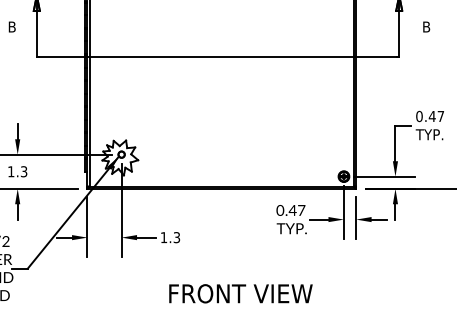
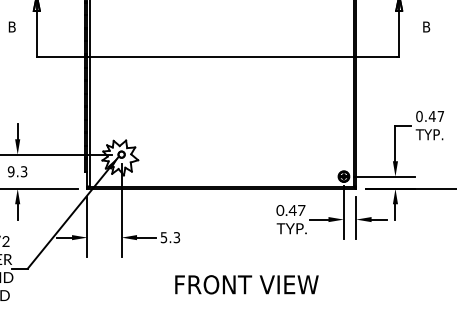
text at (10, 171): 1.3 -> 9.3
text at (163, 237): 1.3 -> 5.3
text at (240, 293) position: (240, 293) -> (246, 284)
